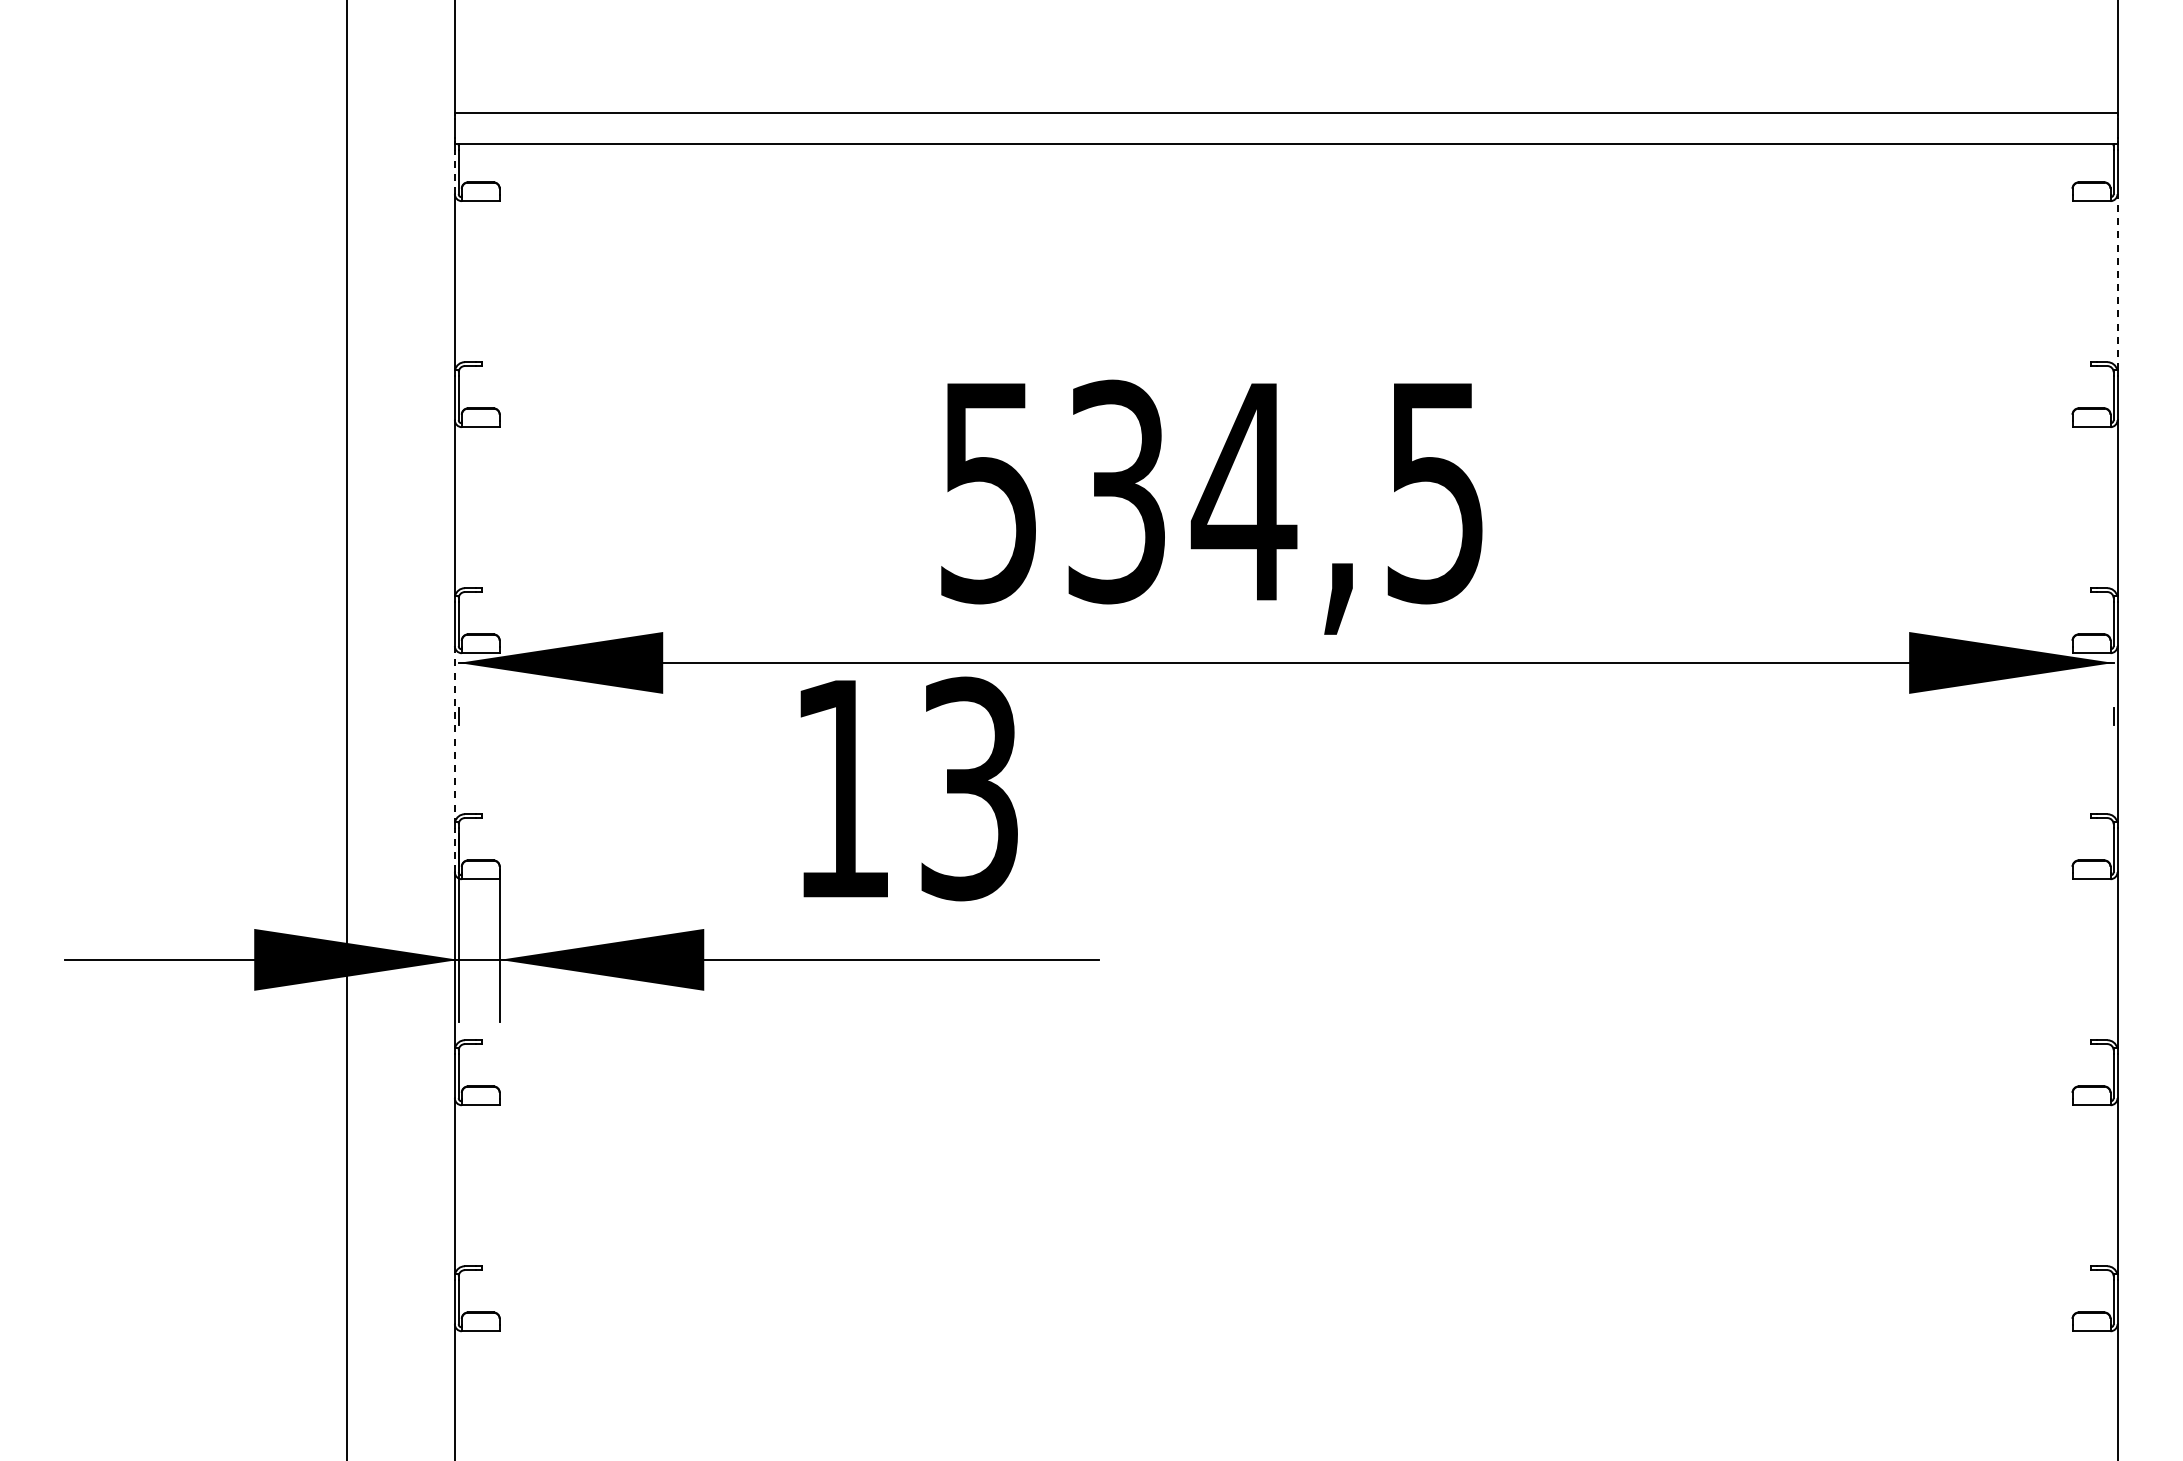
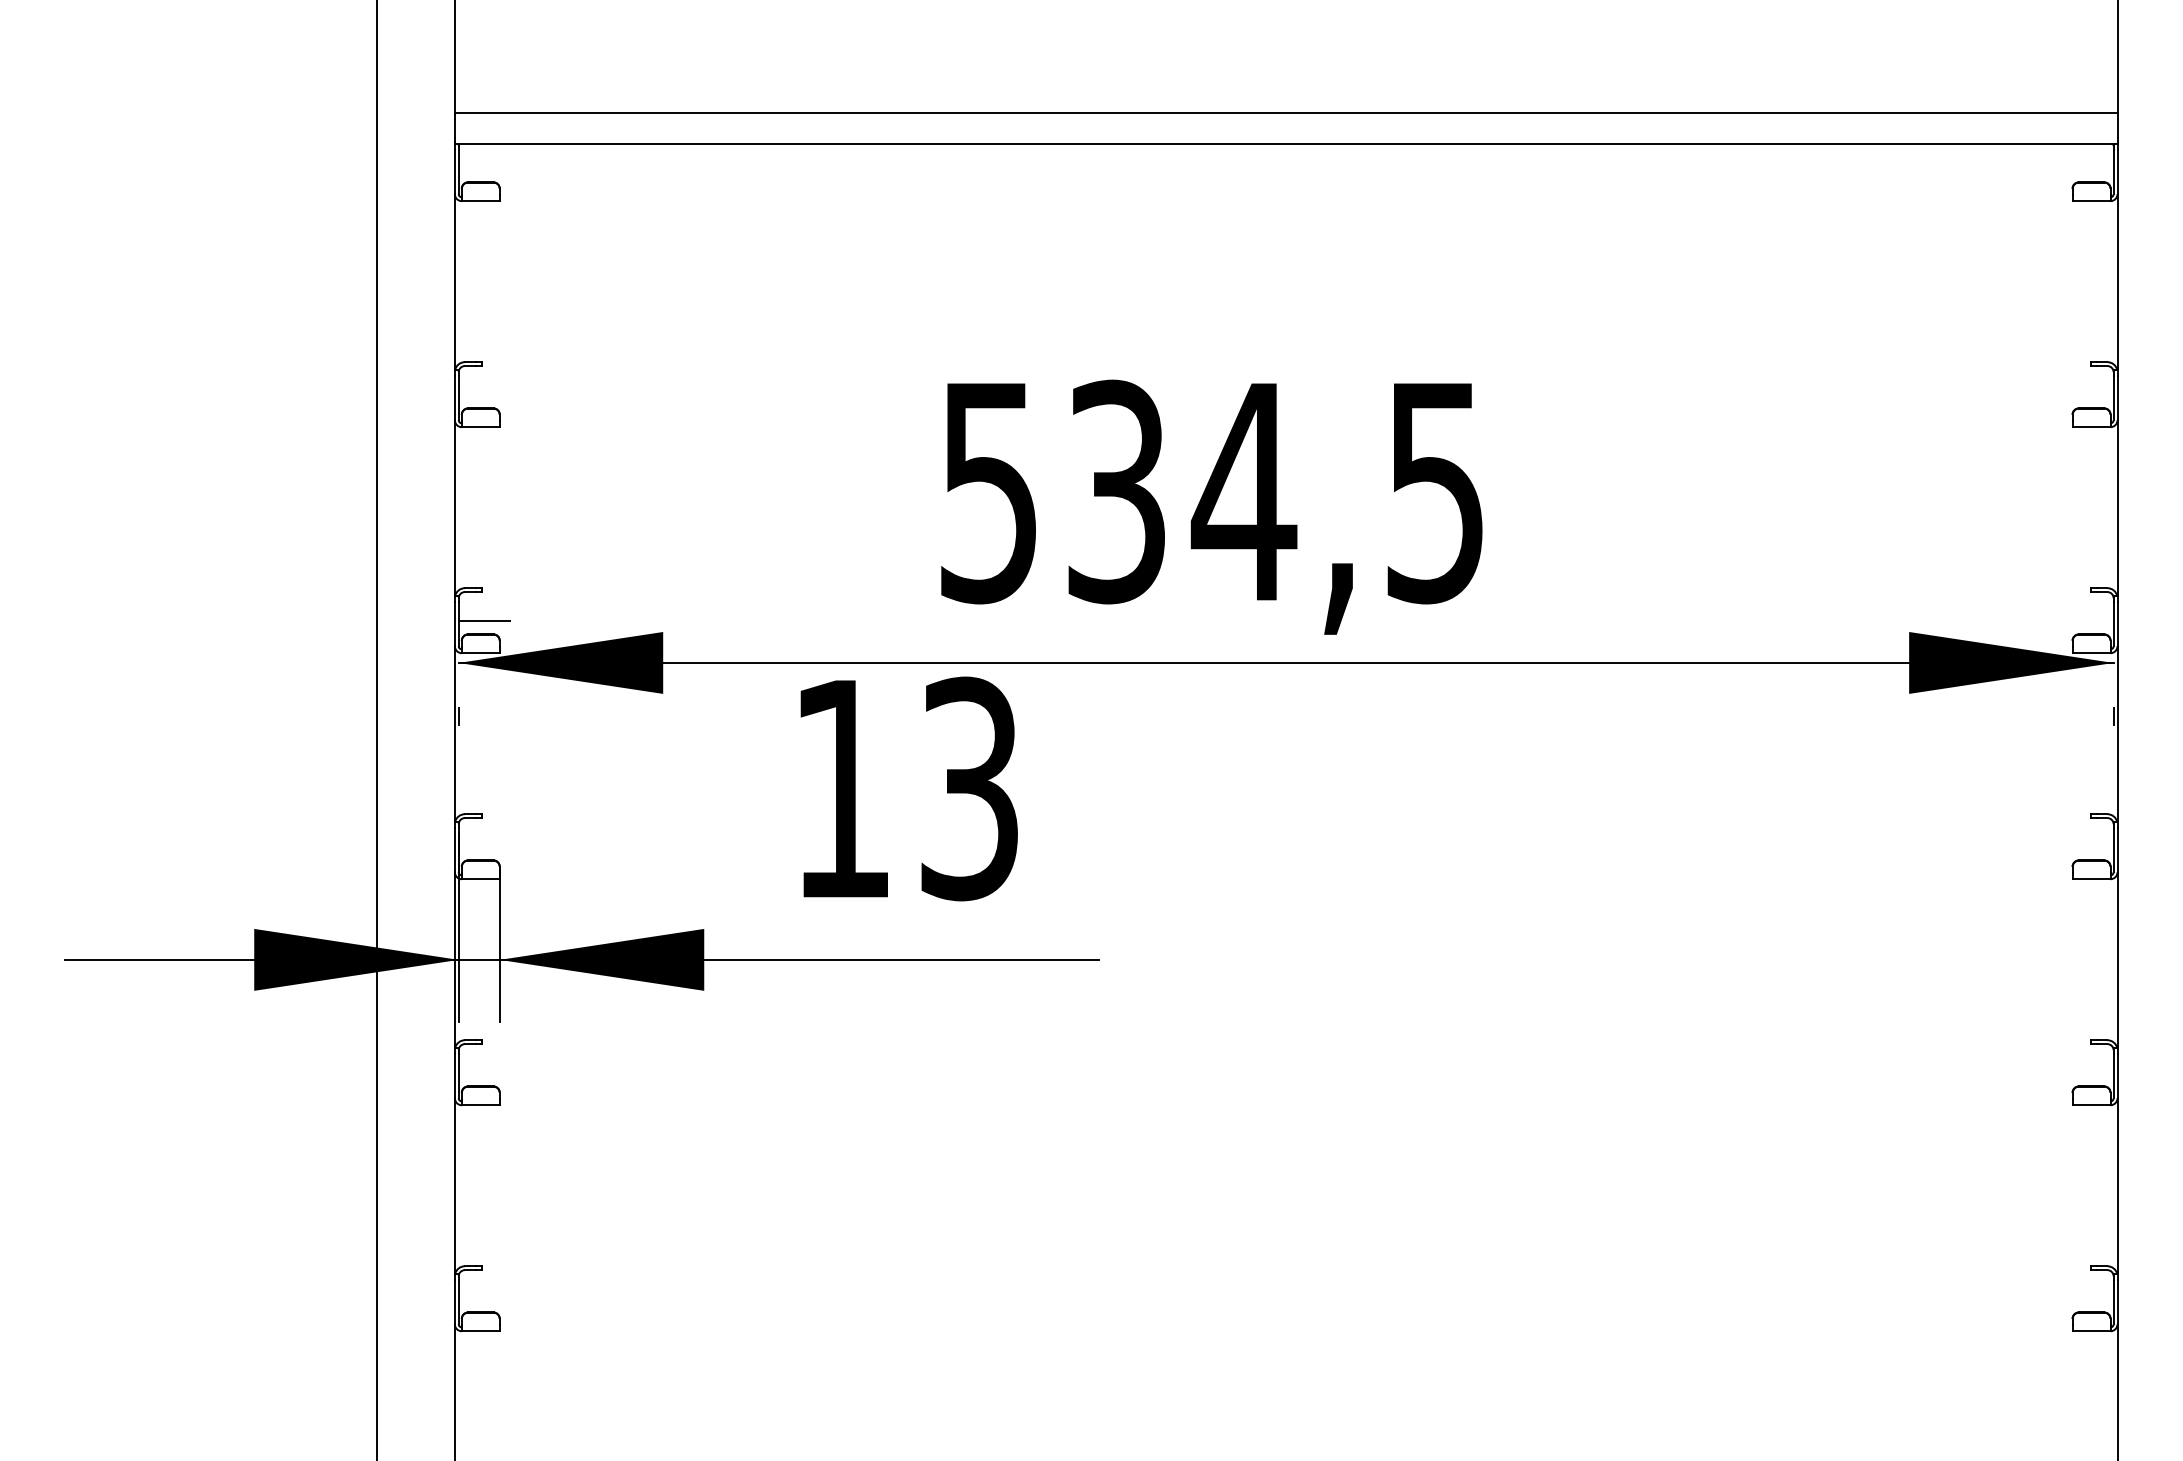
line at (454, 171): dashed -> solid
line at (2117, 281): dashed -> solid
line at (484, 620): none -> present
line at (347, 729) position: (347, 729) -> (377, 729)
line at (454, 734): dashed -> solid
line at (454, 849): dashed -> solid
